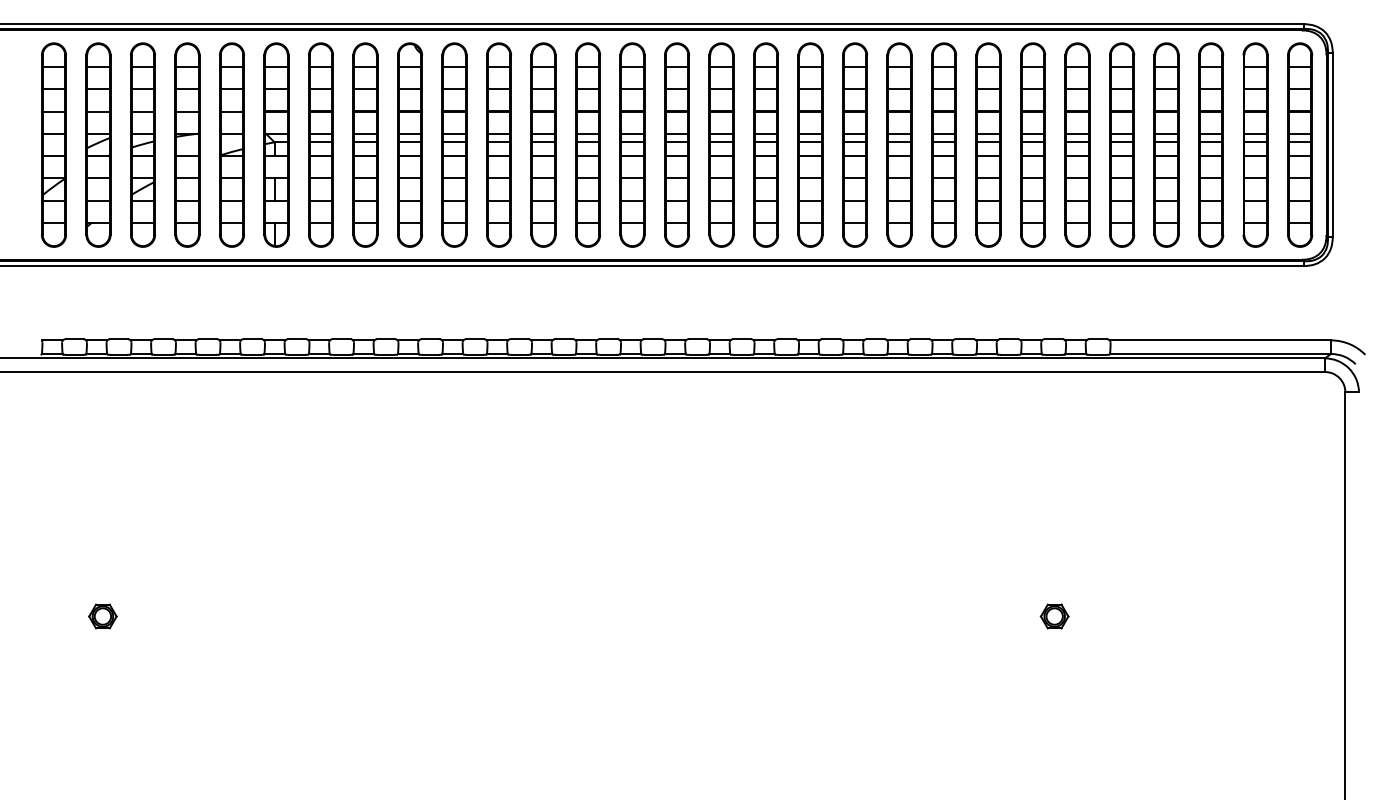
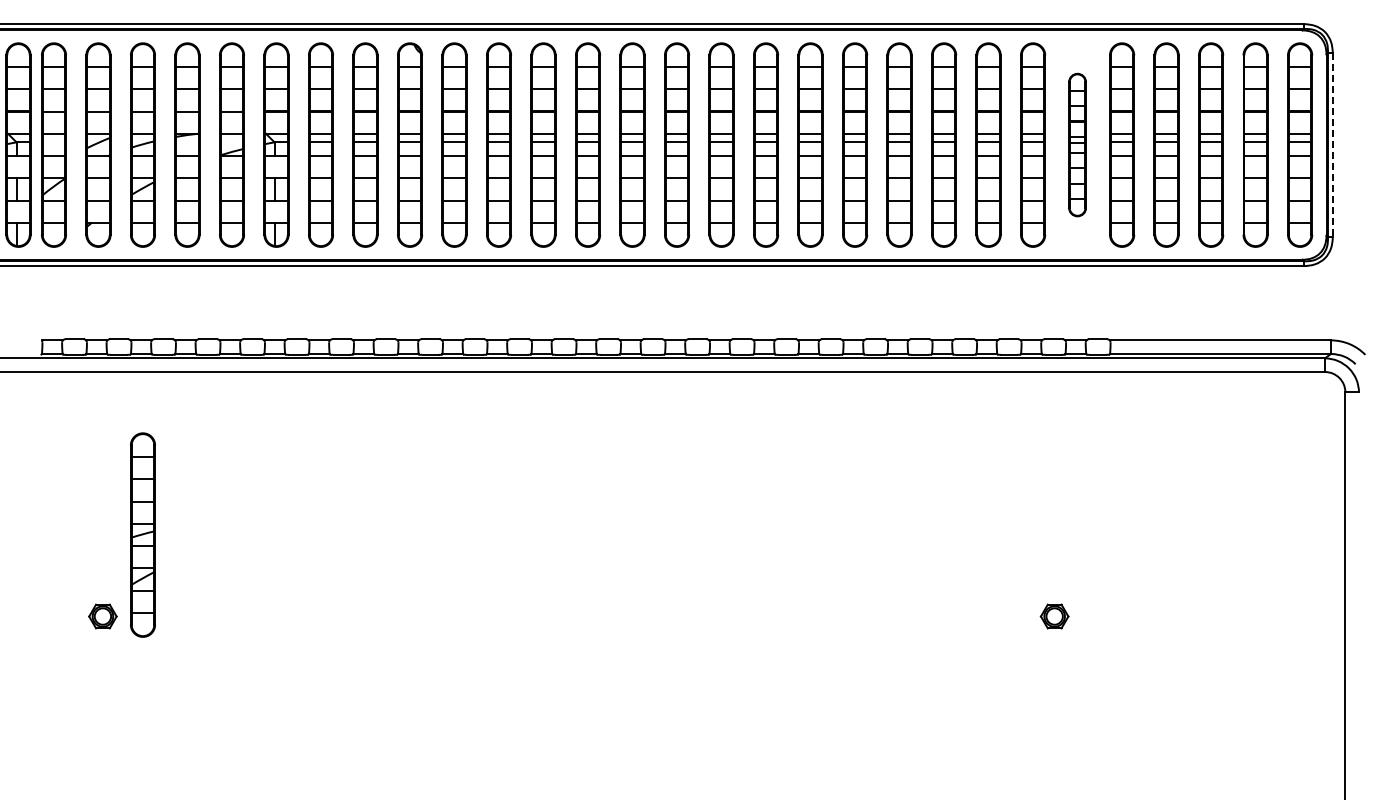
part at (18, 144): none -> present
part at (1077, 144) size: 27x206 px -> 19x146 px
line at (1332, 145): solid -> dashed
part at (142, 534): none -> present
